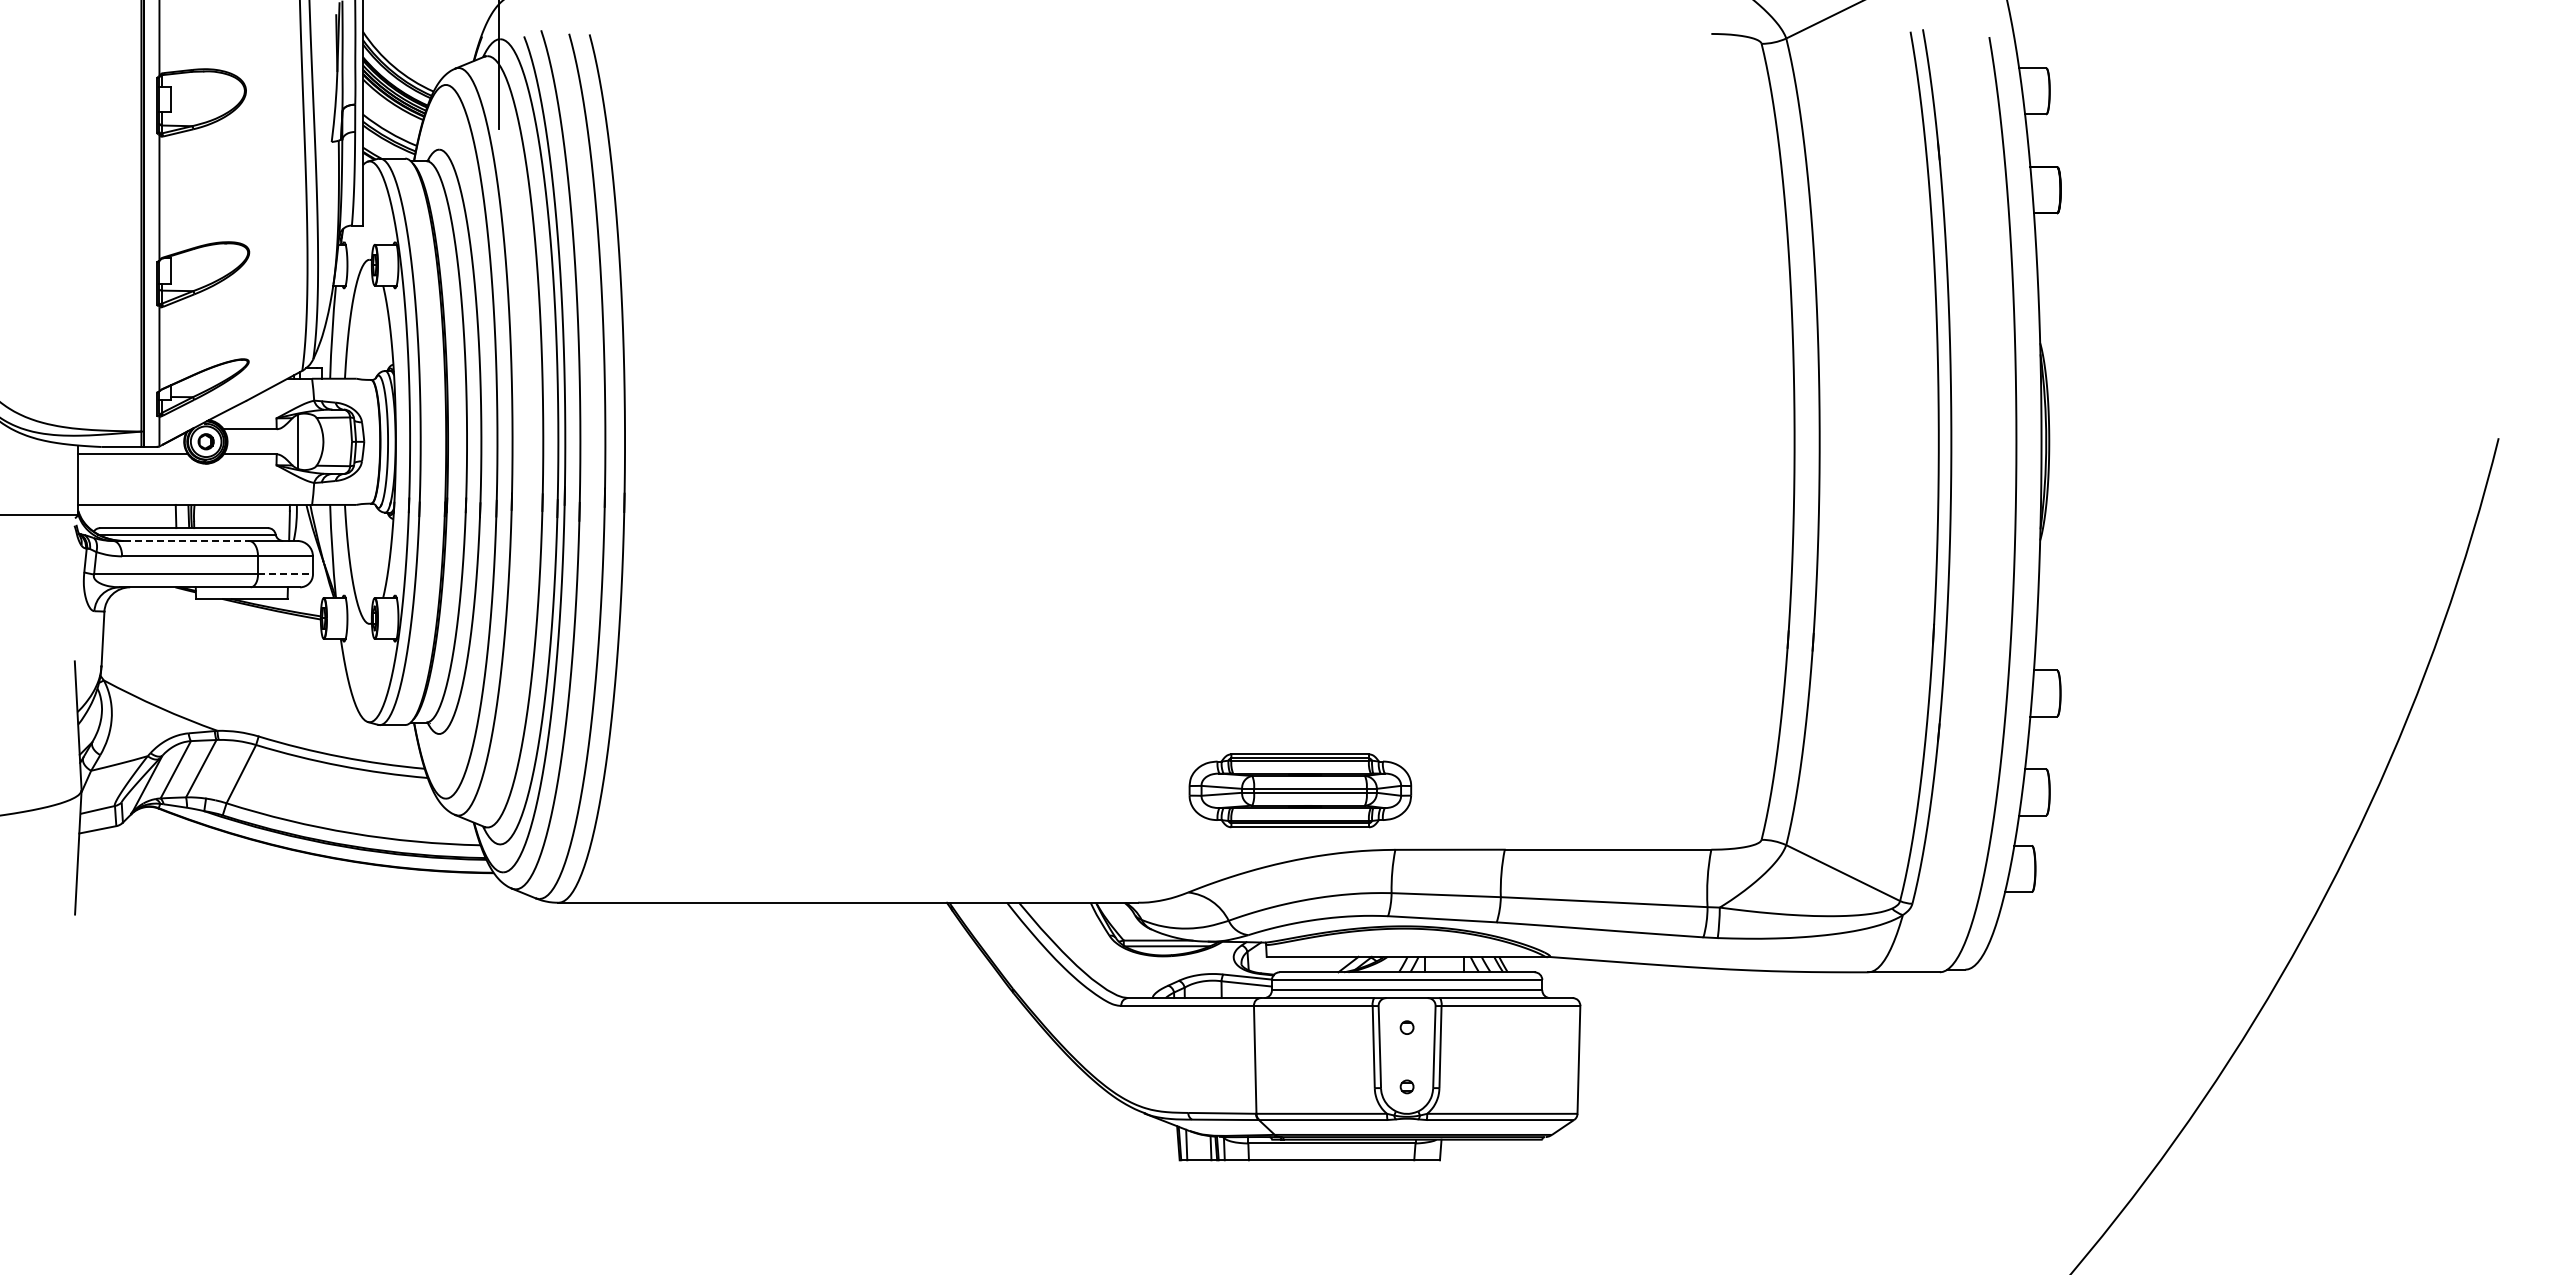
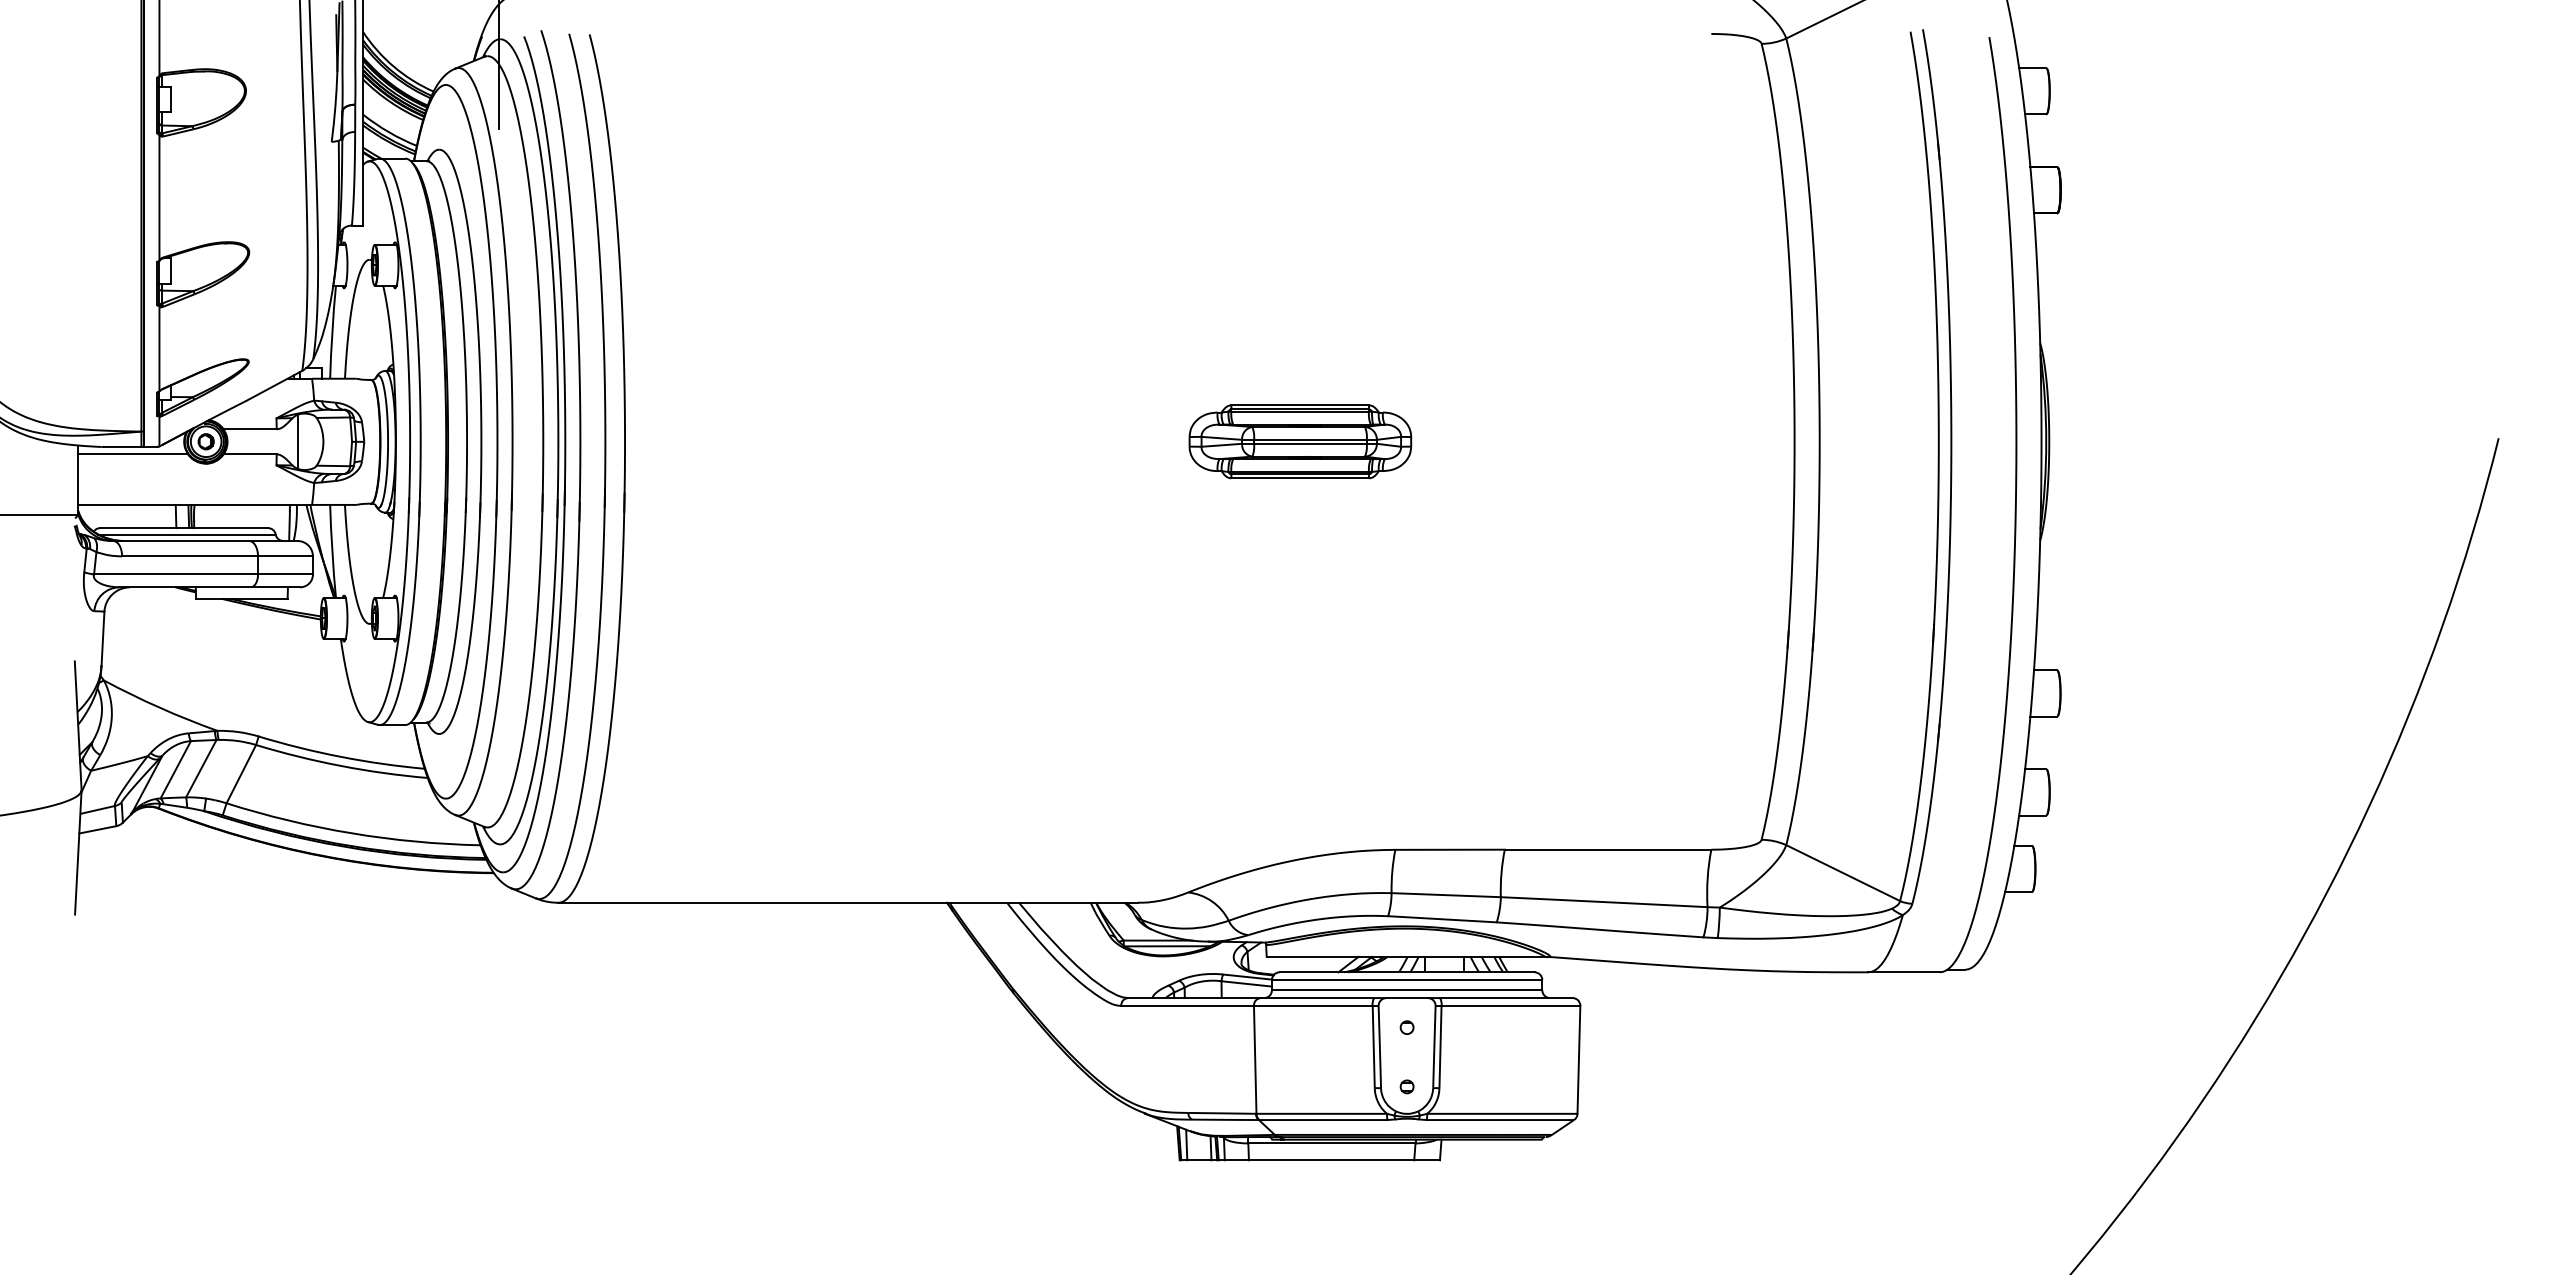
line at (181, 540): dashed -> solid
line at (286, 574): dashed -> solid
part at (1300, 790) position: (1300, 790) -> (1300, 441)
